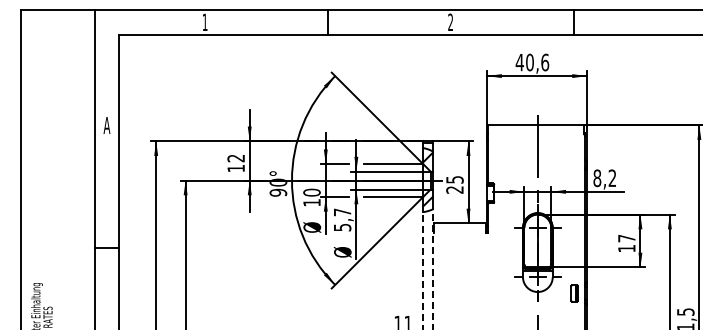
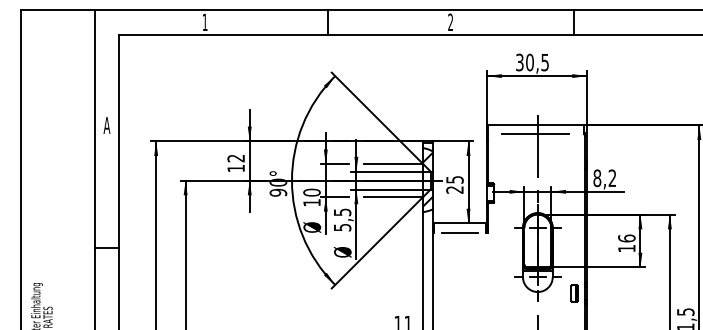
text at (532, 62): 40,6 -> 30,5
line at (535, 134): none -> present
text at (342, 212): 5,7 -> 5,5
line at (459, 232): none -> present
text at (626, 238): 17 -> 16
line at (433, 269): dashed -> solid
line at (423, 270): dashed -> solid
